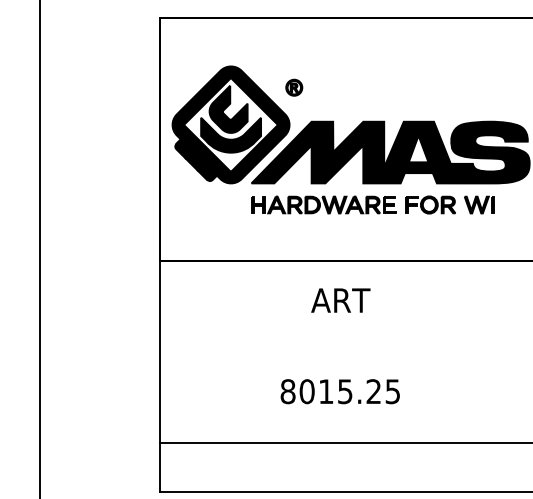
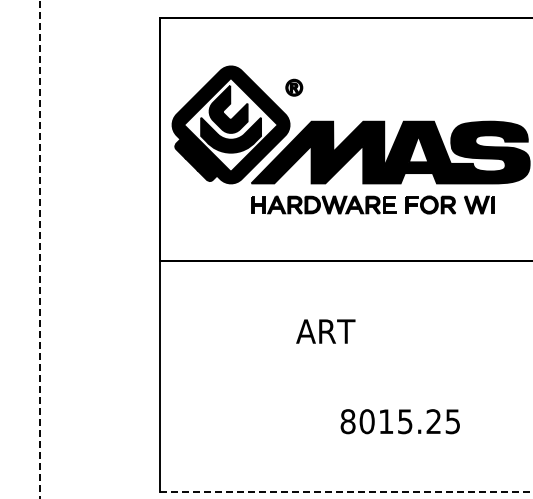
line at (40, 248): solid -> dashed
text at (340, 300) position: (340, 300) -> (325, 331)
text at (339, 391) position: (339, 391) -> (399, 421)
line at (344, 443): present -> none
line at (346, 491): solid -> dashed
